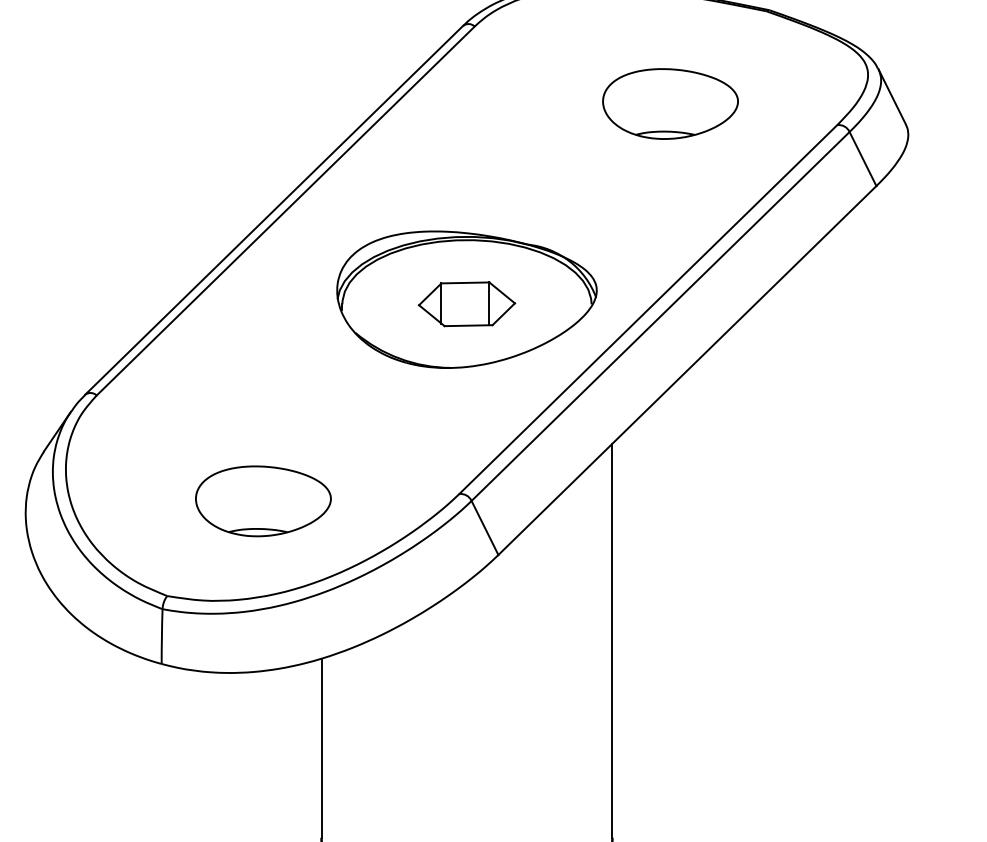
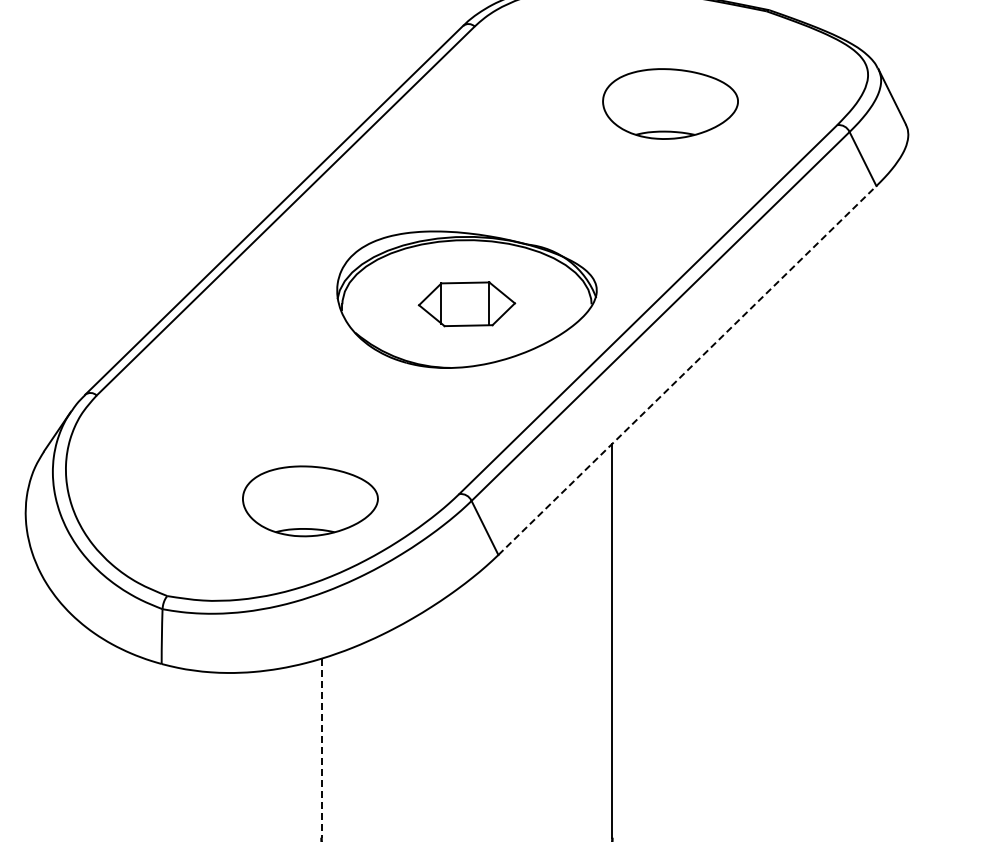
line at (687, 370): solid -> dashed
part at (263, 501) position: (263, 501) -> (310, 501)
line at (321, 748): solid -> dashed
